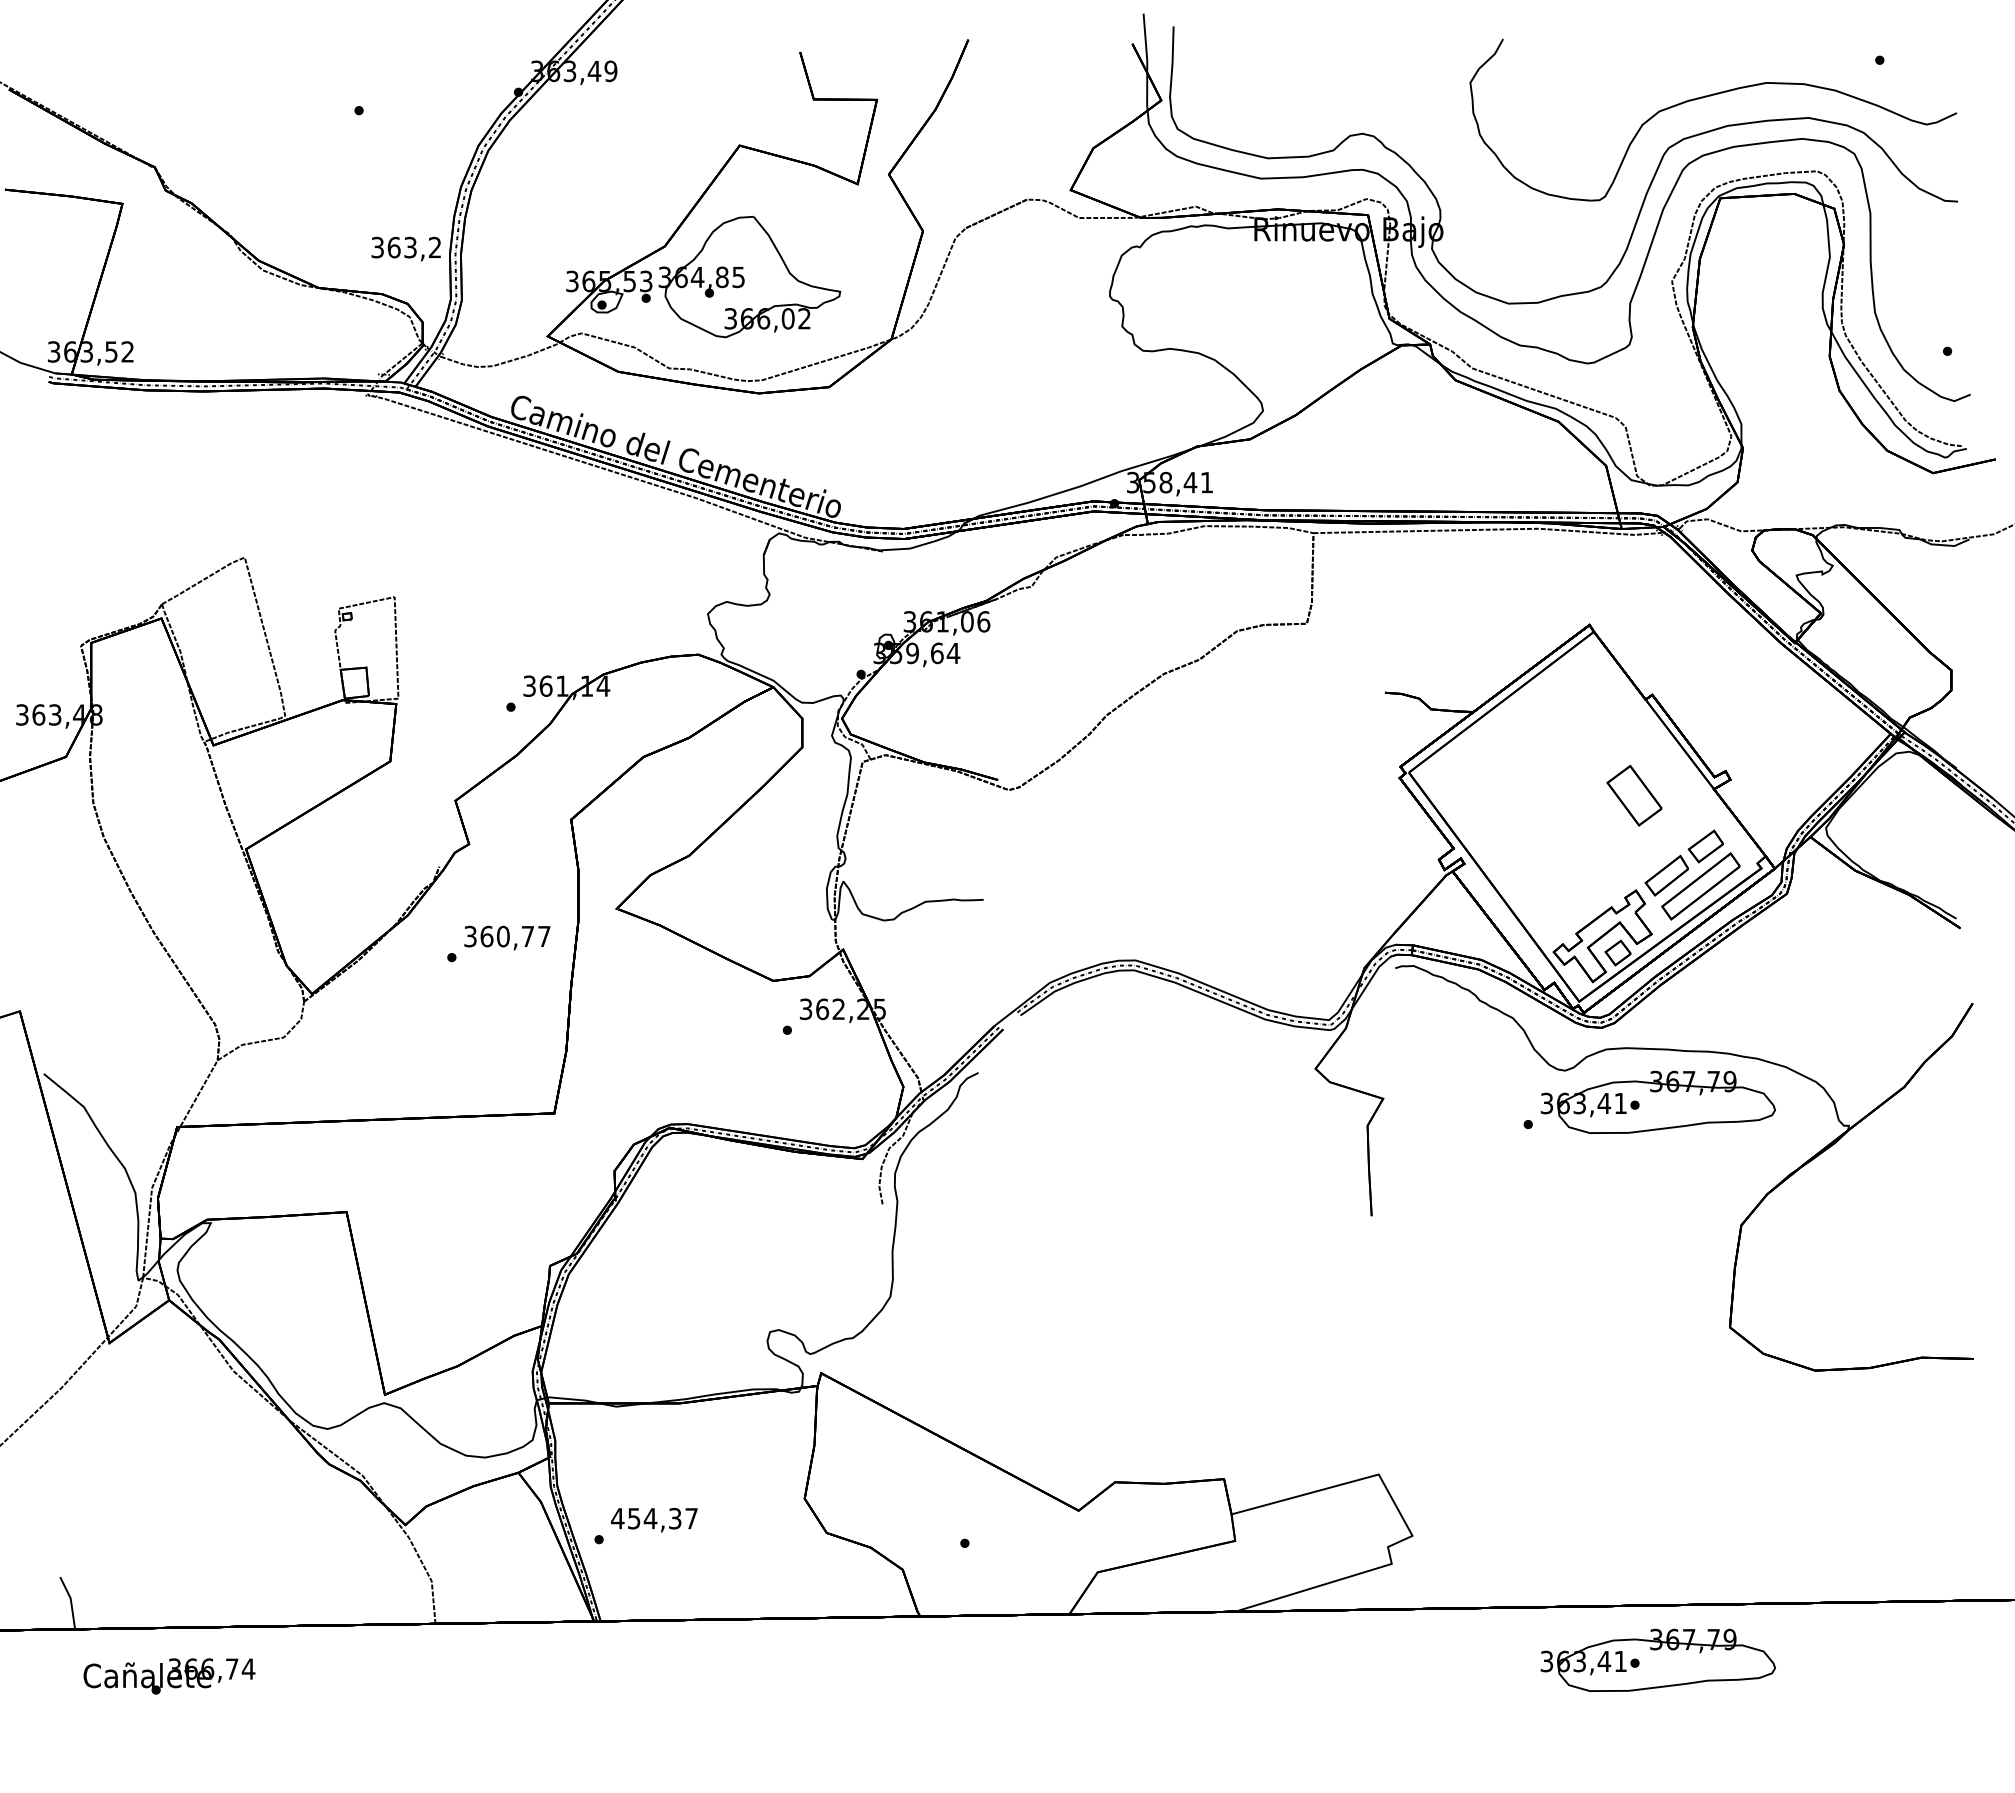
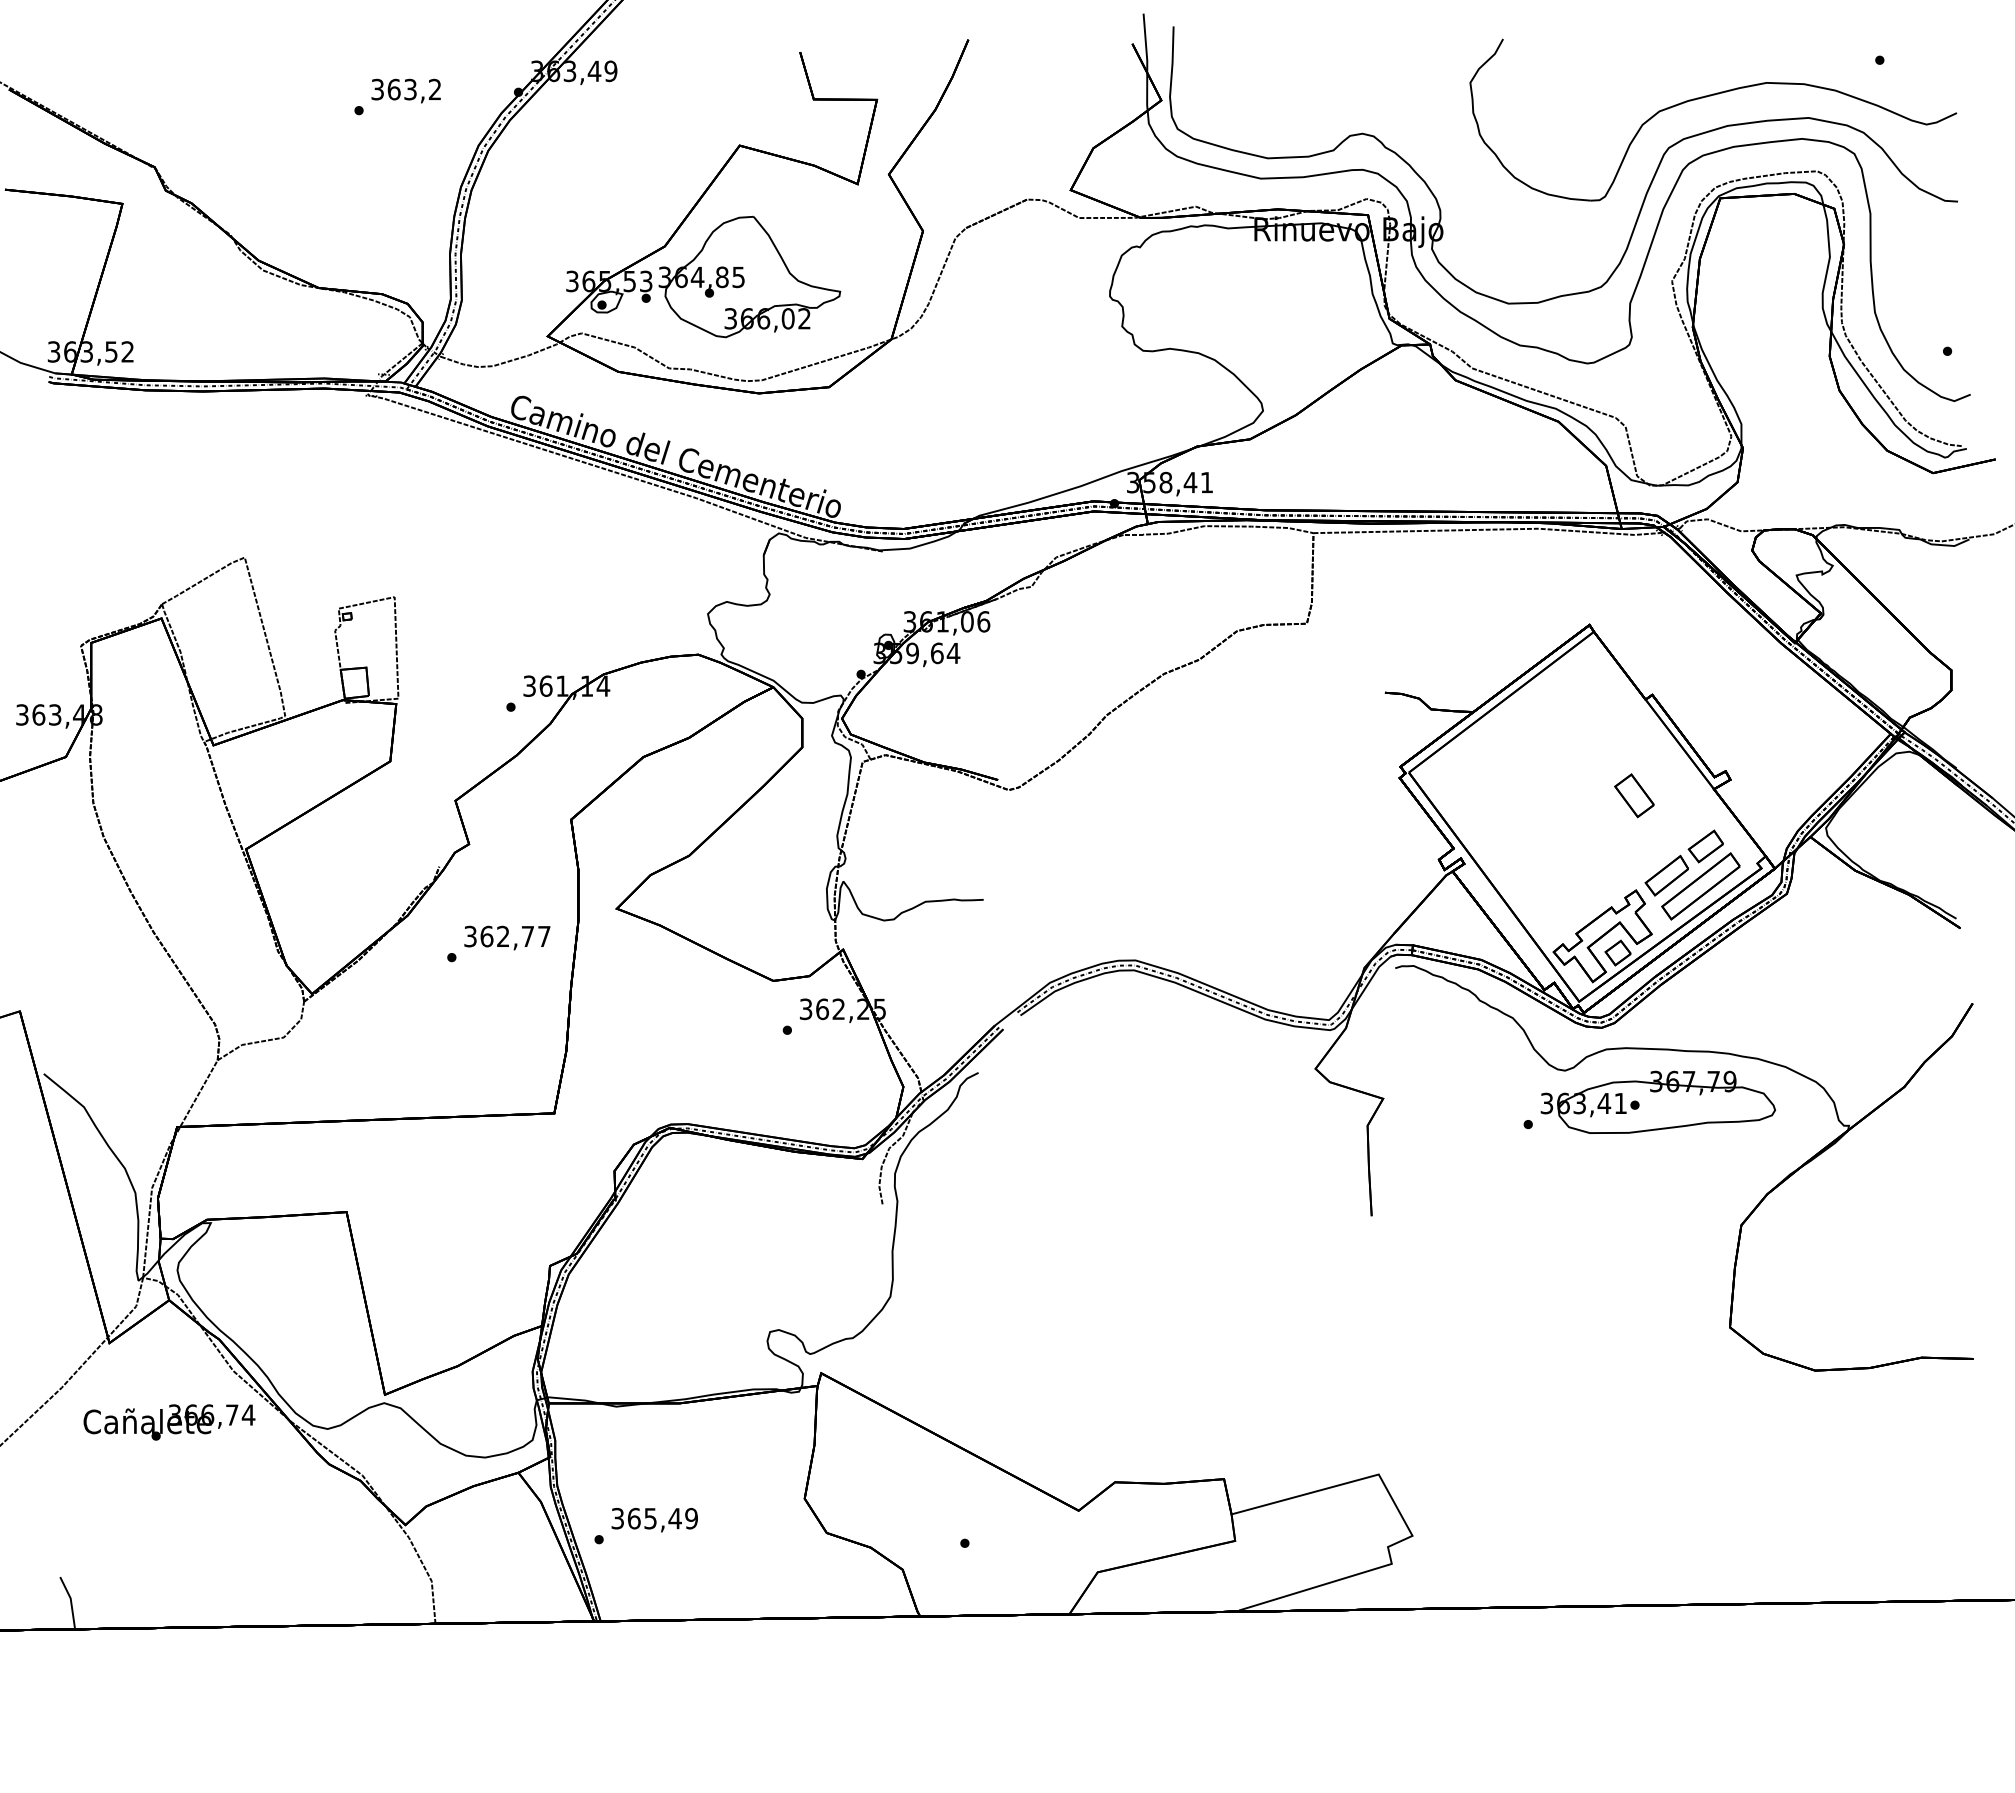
text at (405, 248) position: (405, 248) -> (405, 90)
part at (1634, 795) size: 57x63 px -> 41x46 px
text at (503, 936): 360,77 -> 362,77
text at (654, 1518): 454,37 -> 365,49
part at (1657, 1659): present -> none
text at (169, 1676) position: (169, 1676) -> (169, 1422)
